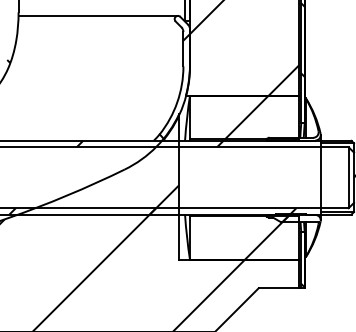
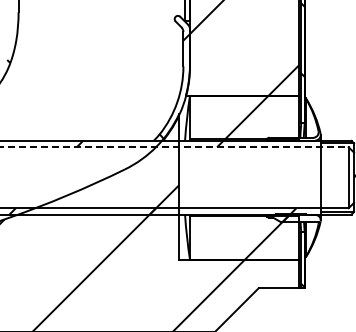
line at (97, 15): present -> none
line at (174, 147): solid -> dashed
